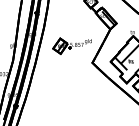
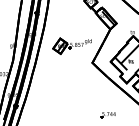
part at (107, 115): none -> present
